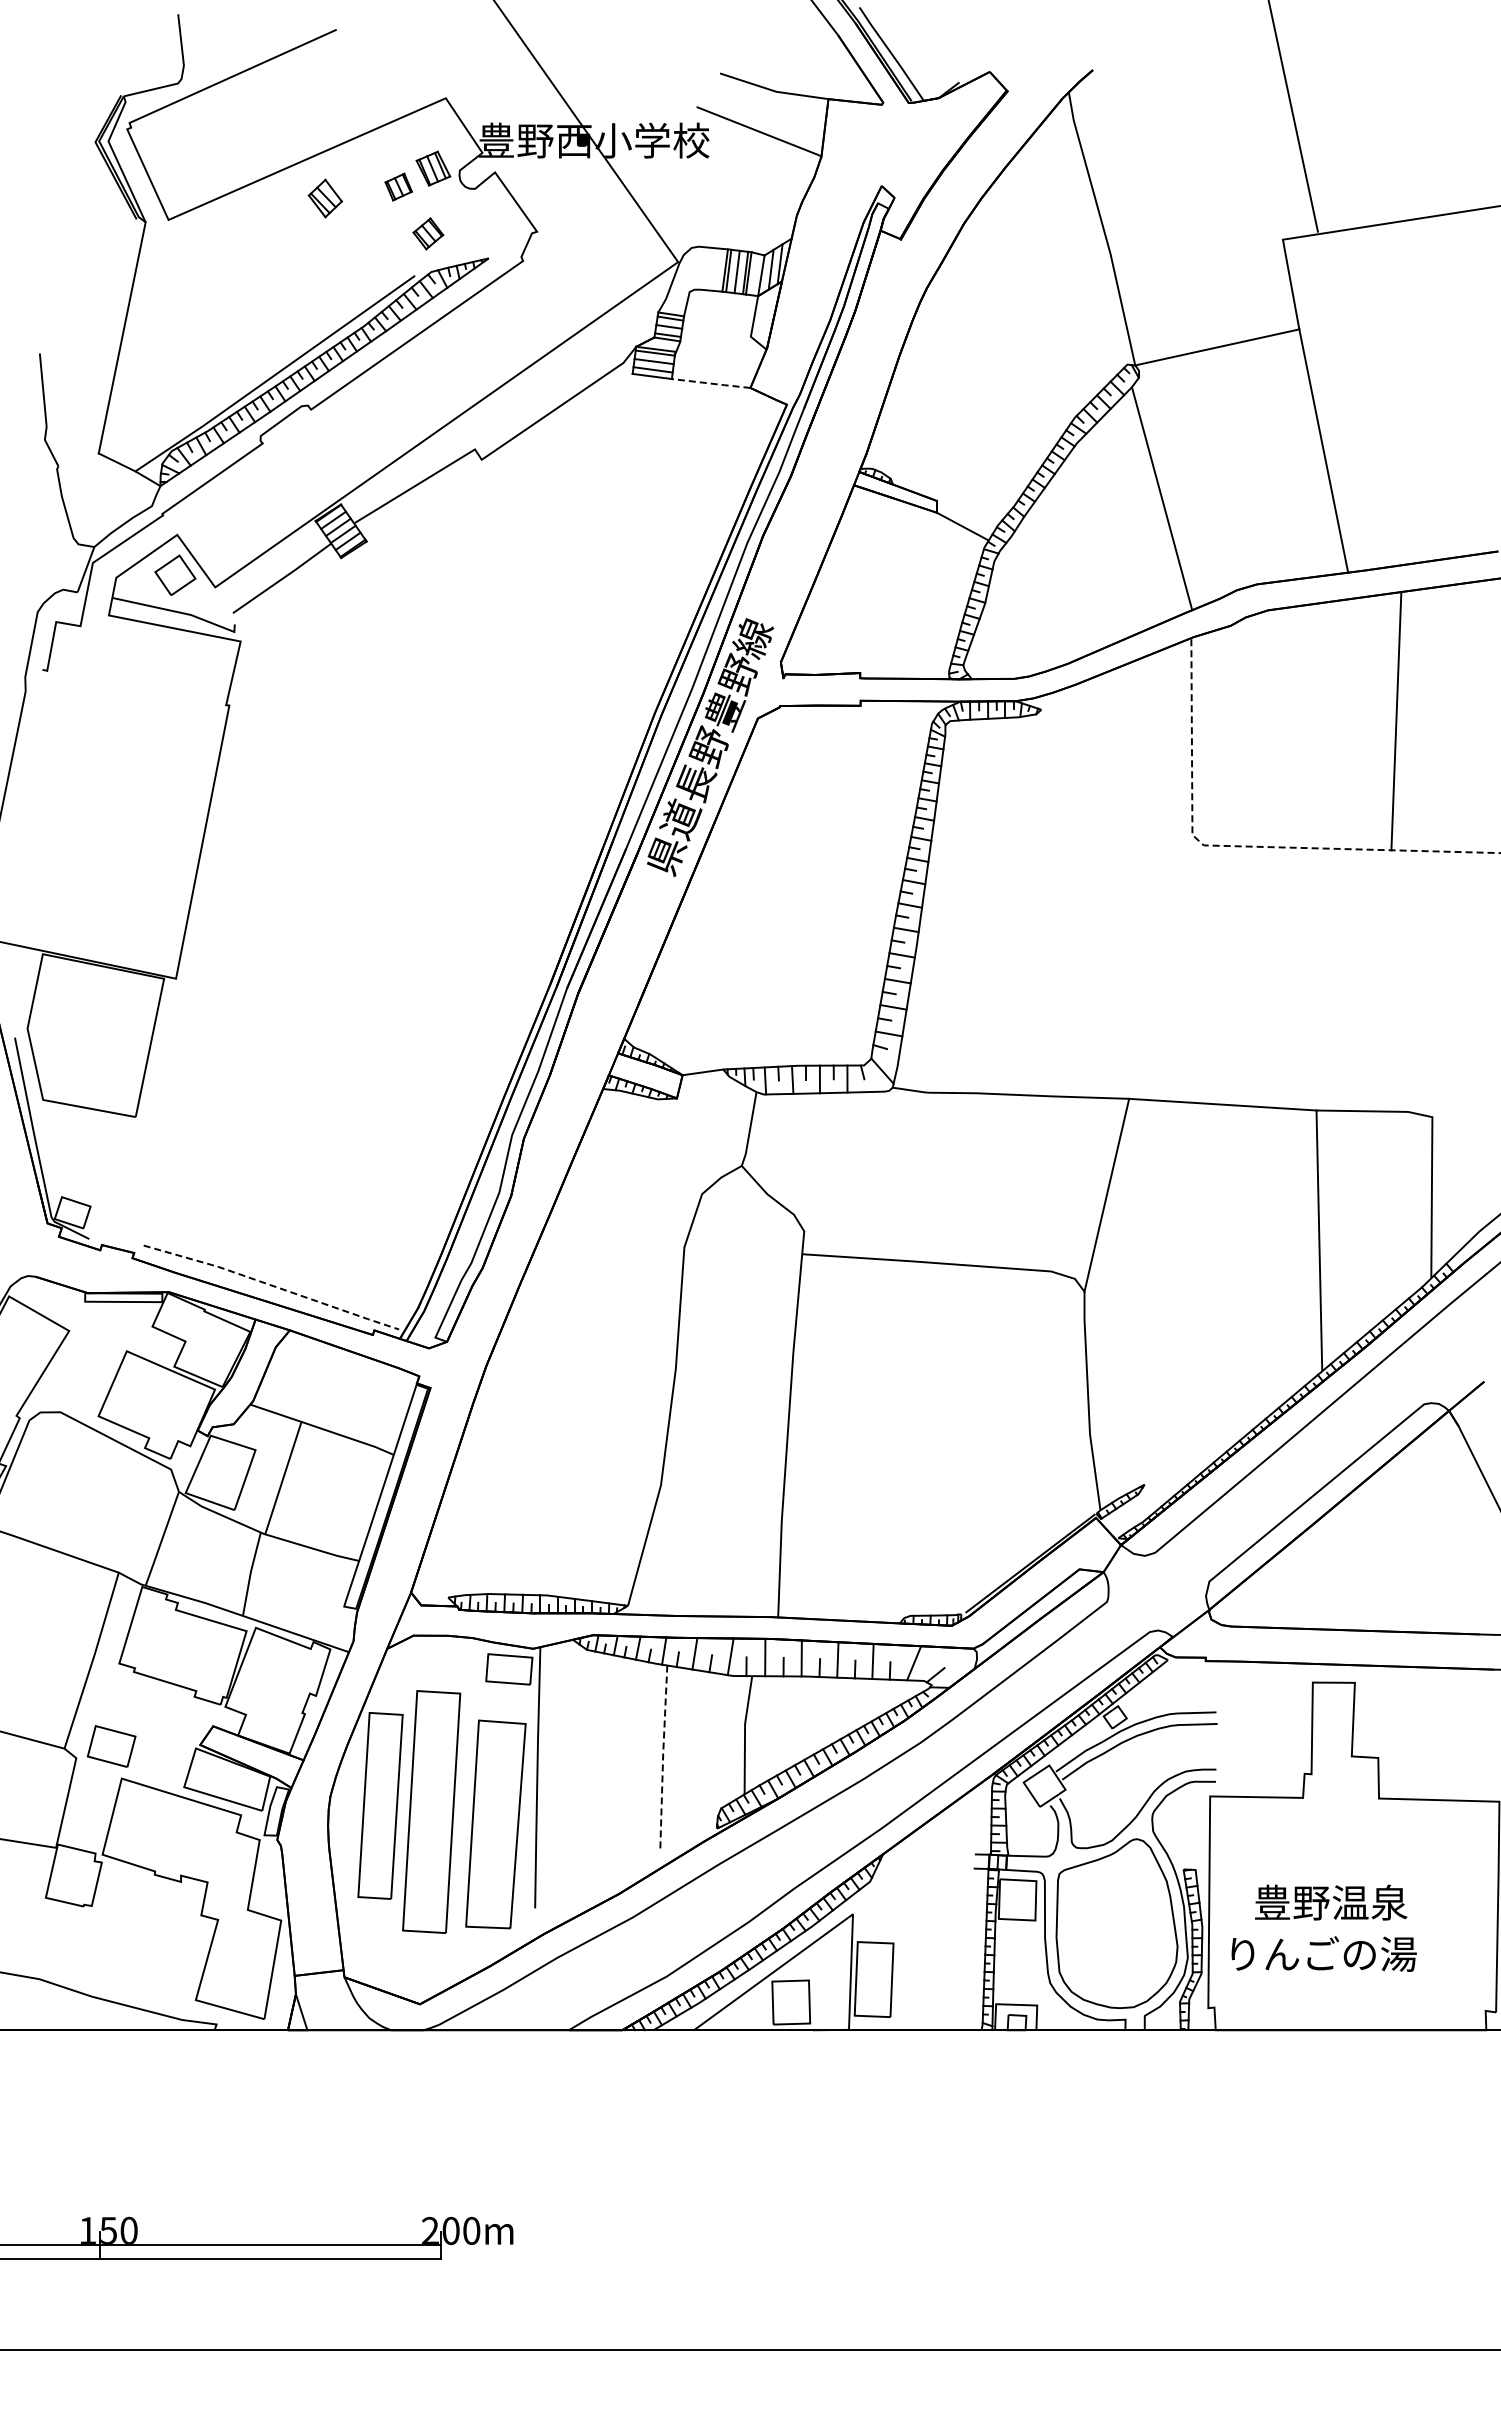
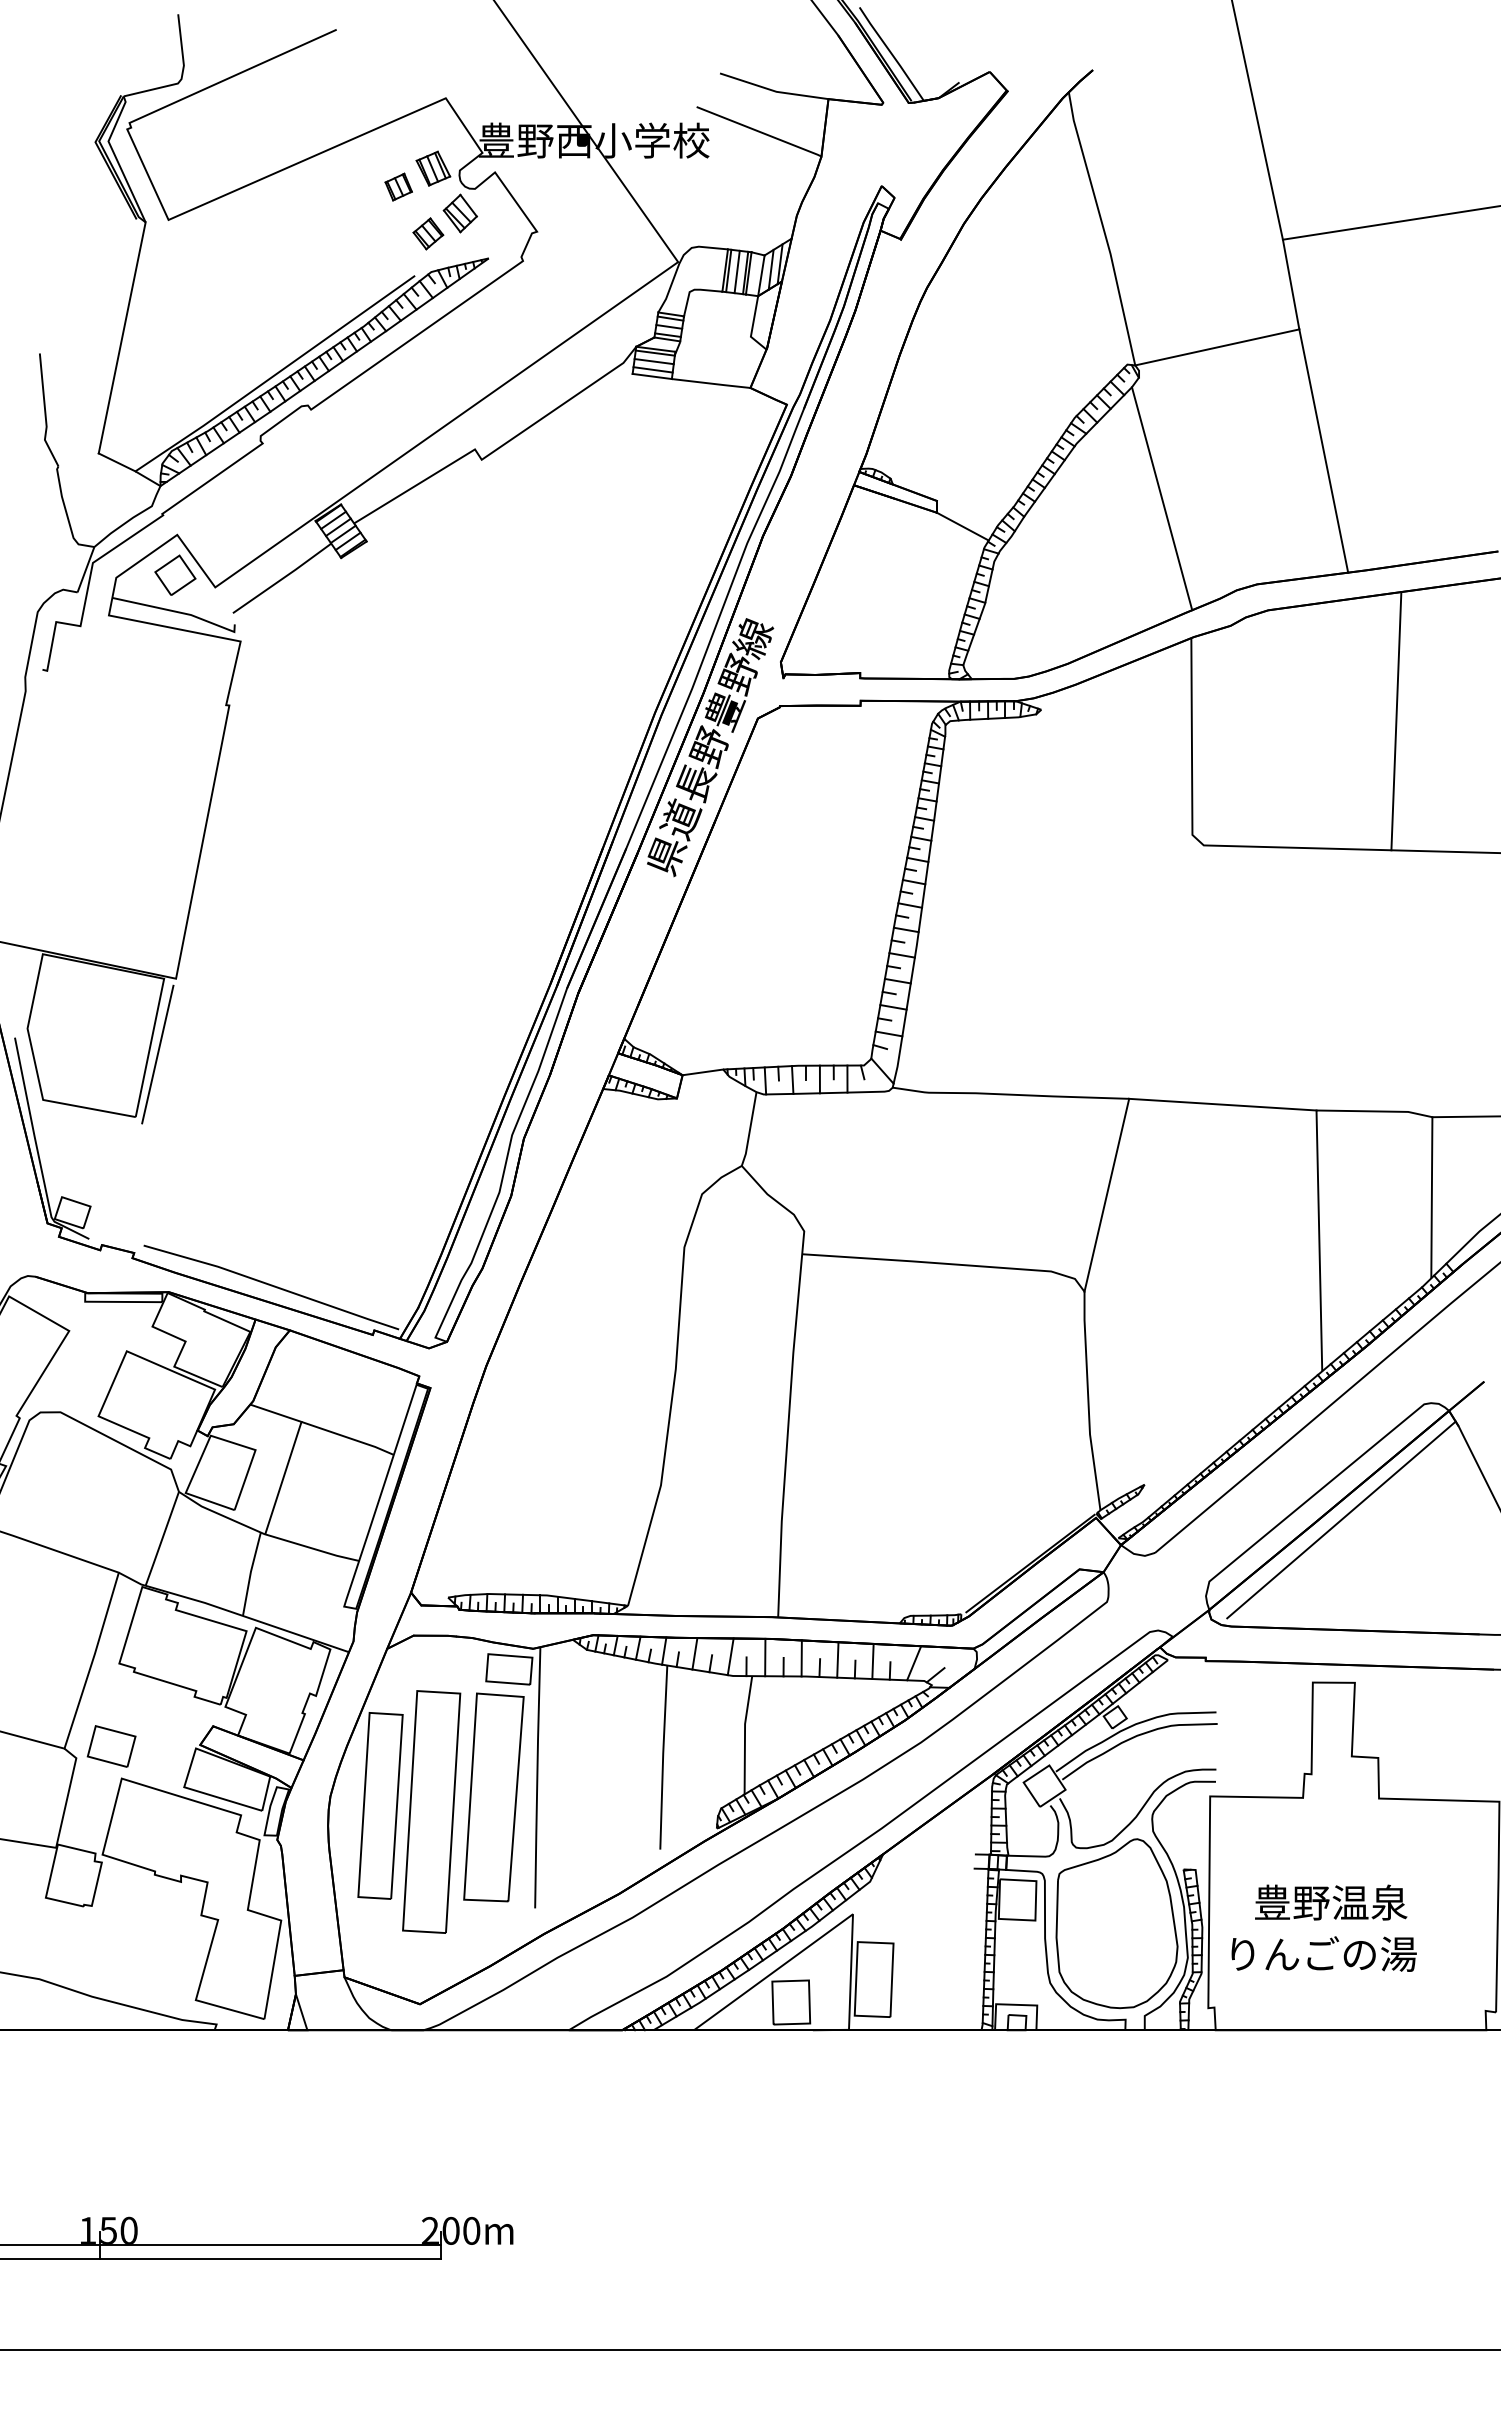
line at (1293, 116) position: (1293, 116) -> (1257, 120)
part at (324, 198) position: (324, 198) -> (459, 213)
line at (711, 383): dashed -> solid
line at (1244, 846): dashed -> solid
line at (157, 1054): none -> present
line at (1464, 1116): none -> present
line at (271, 1285): dashed -> solid
line at (1341, 1519): none -> present
line at (663, 1757): dashed -> solid
part at (495, 1824) position: (495, 1824) -> (493, 1797)
